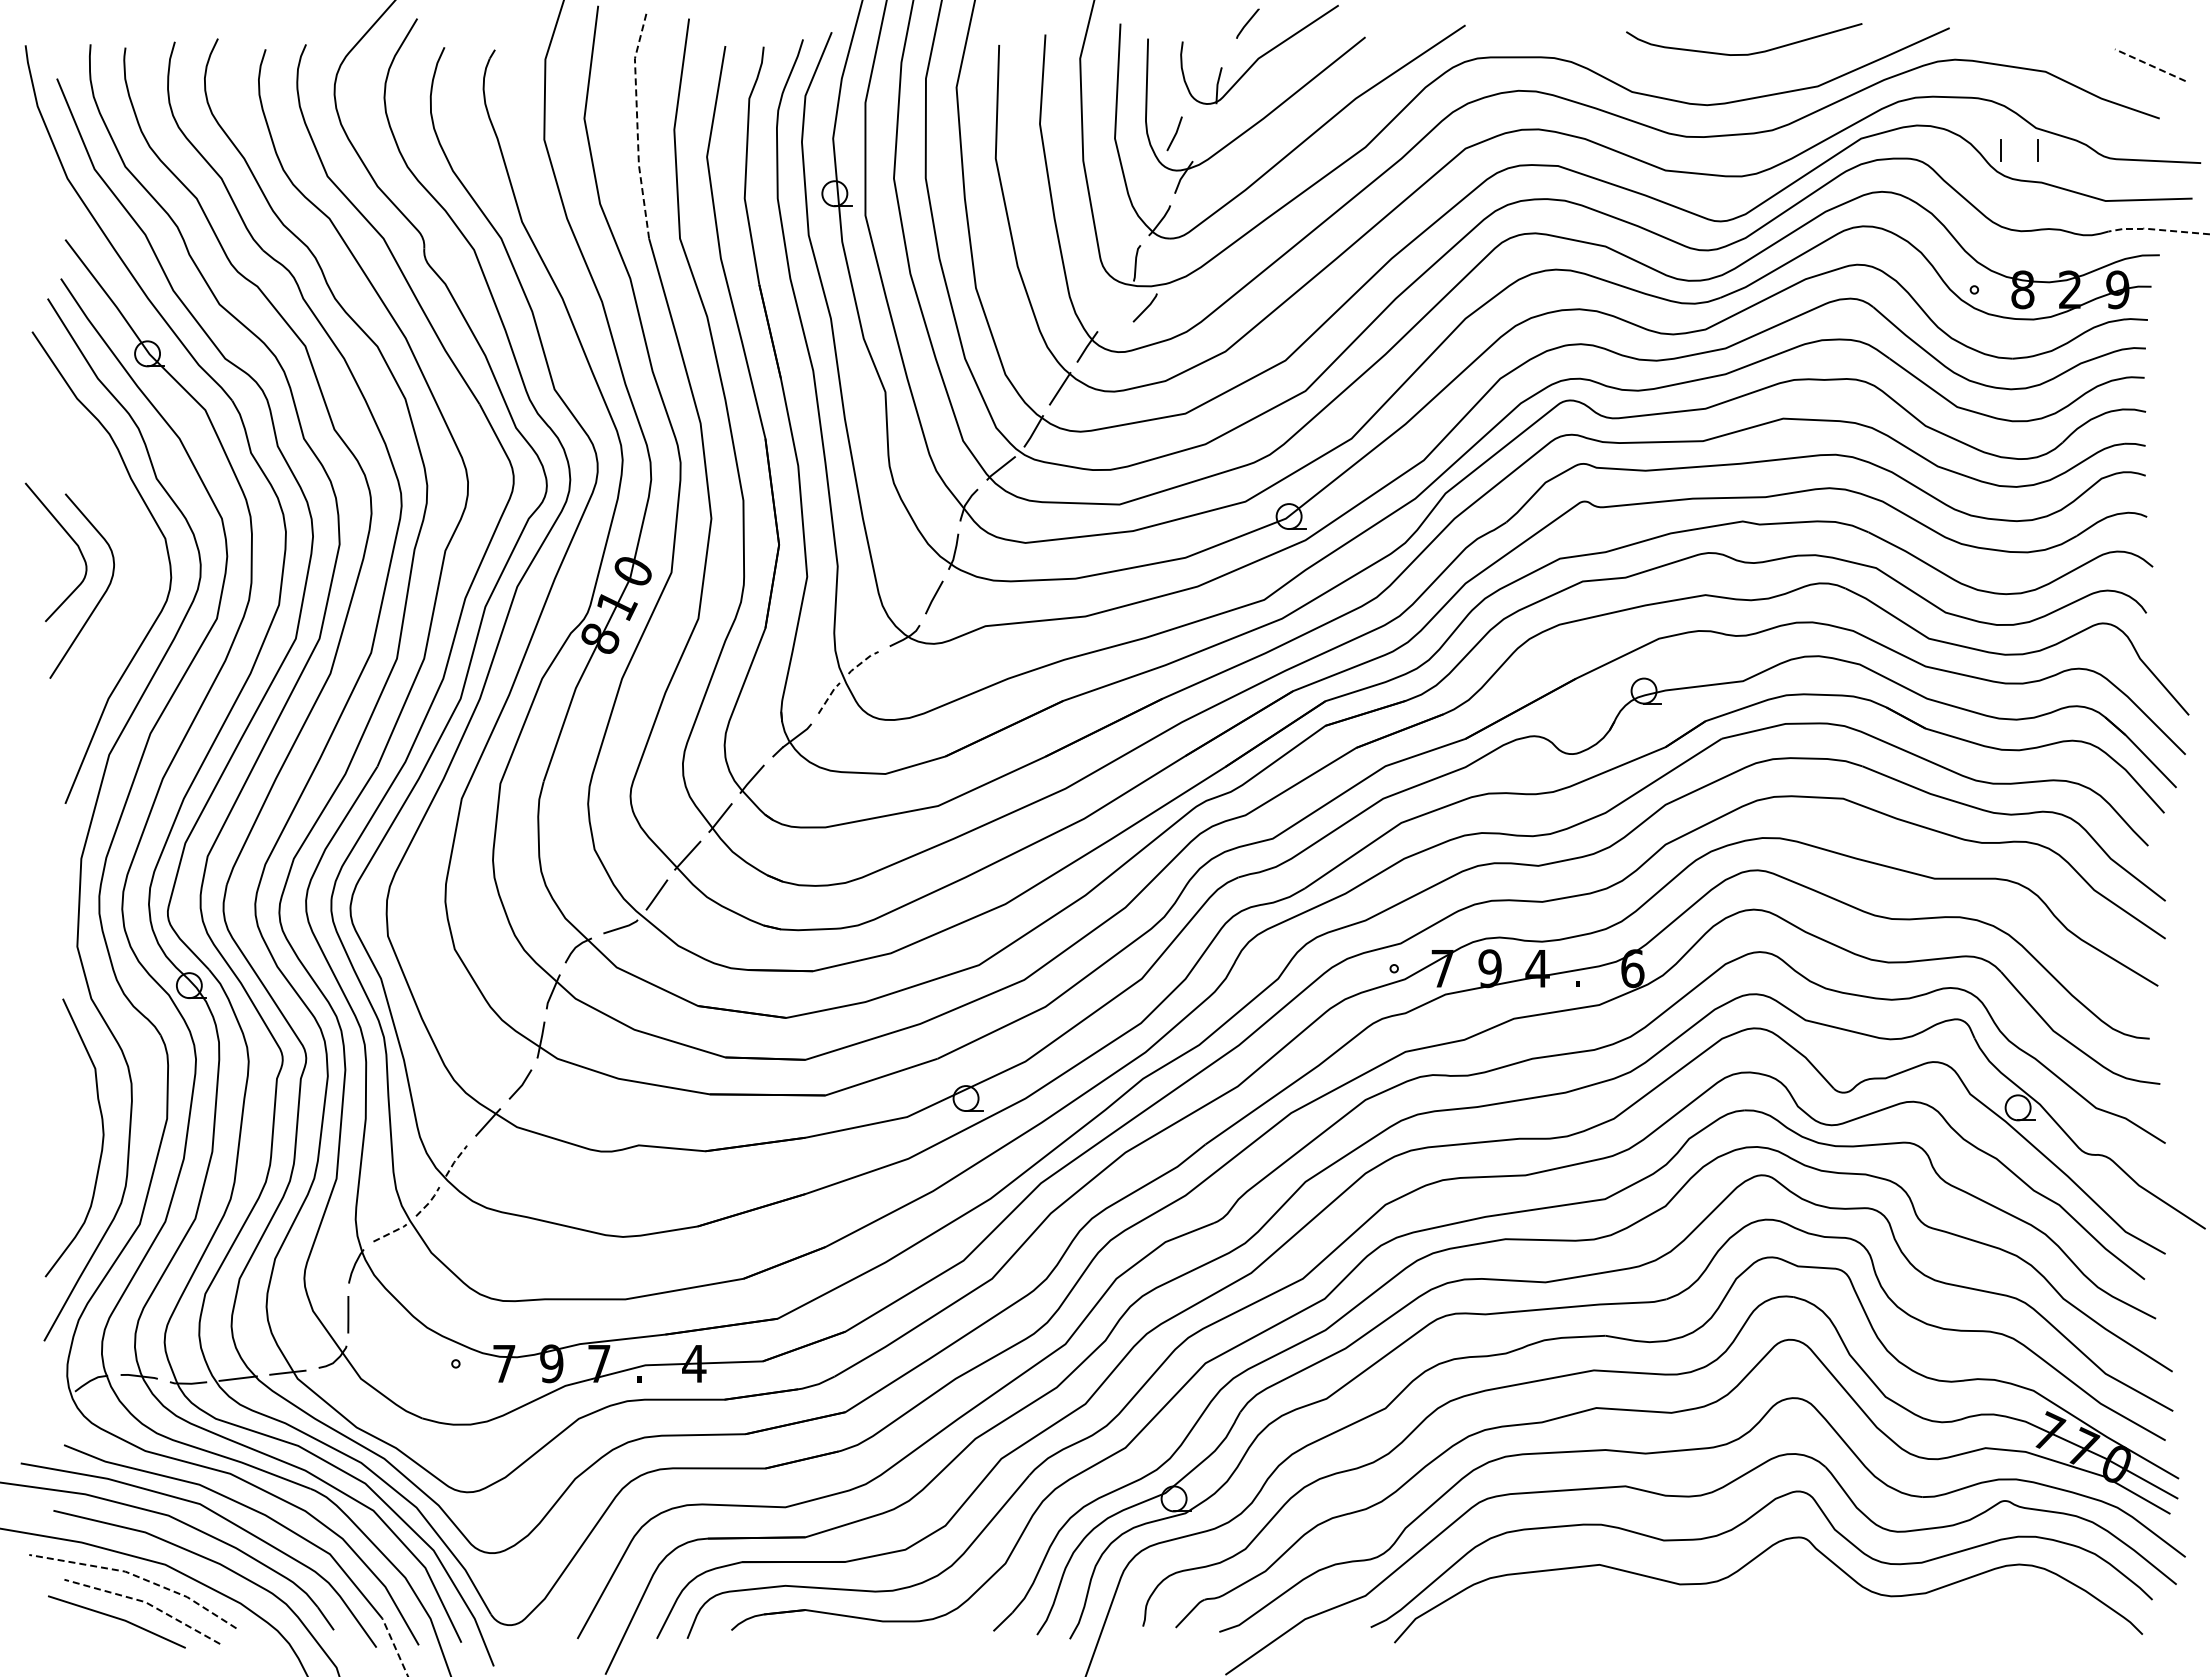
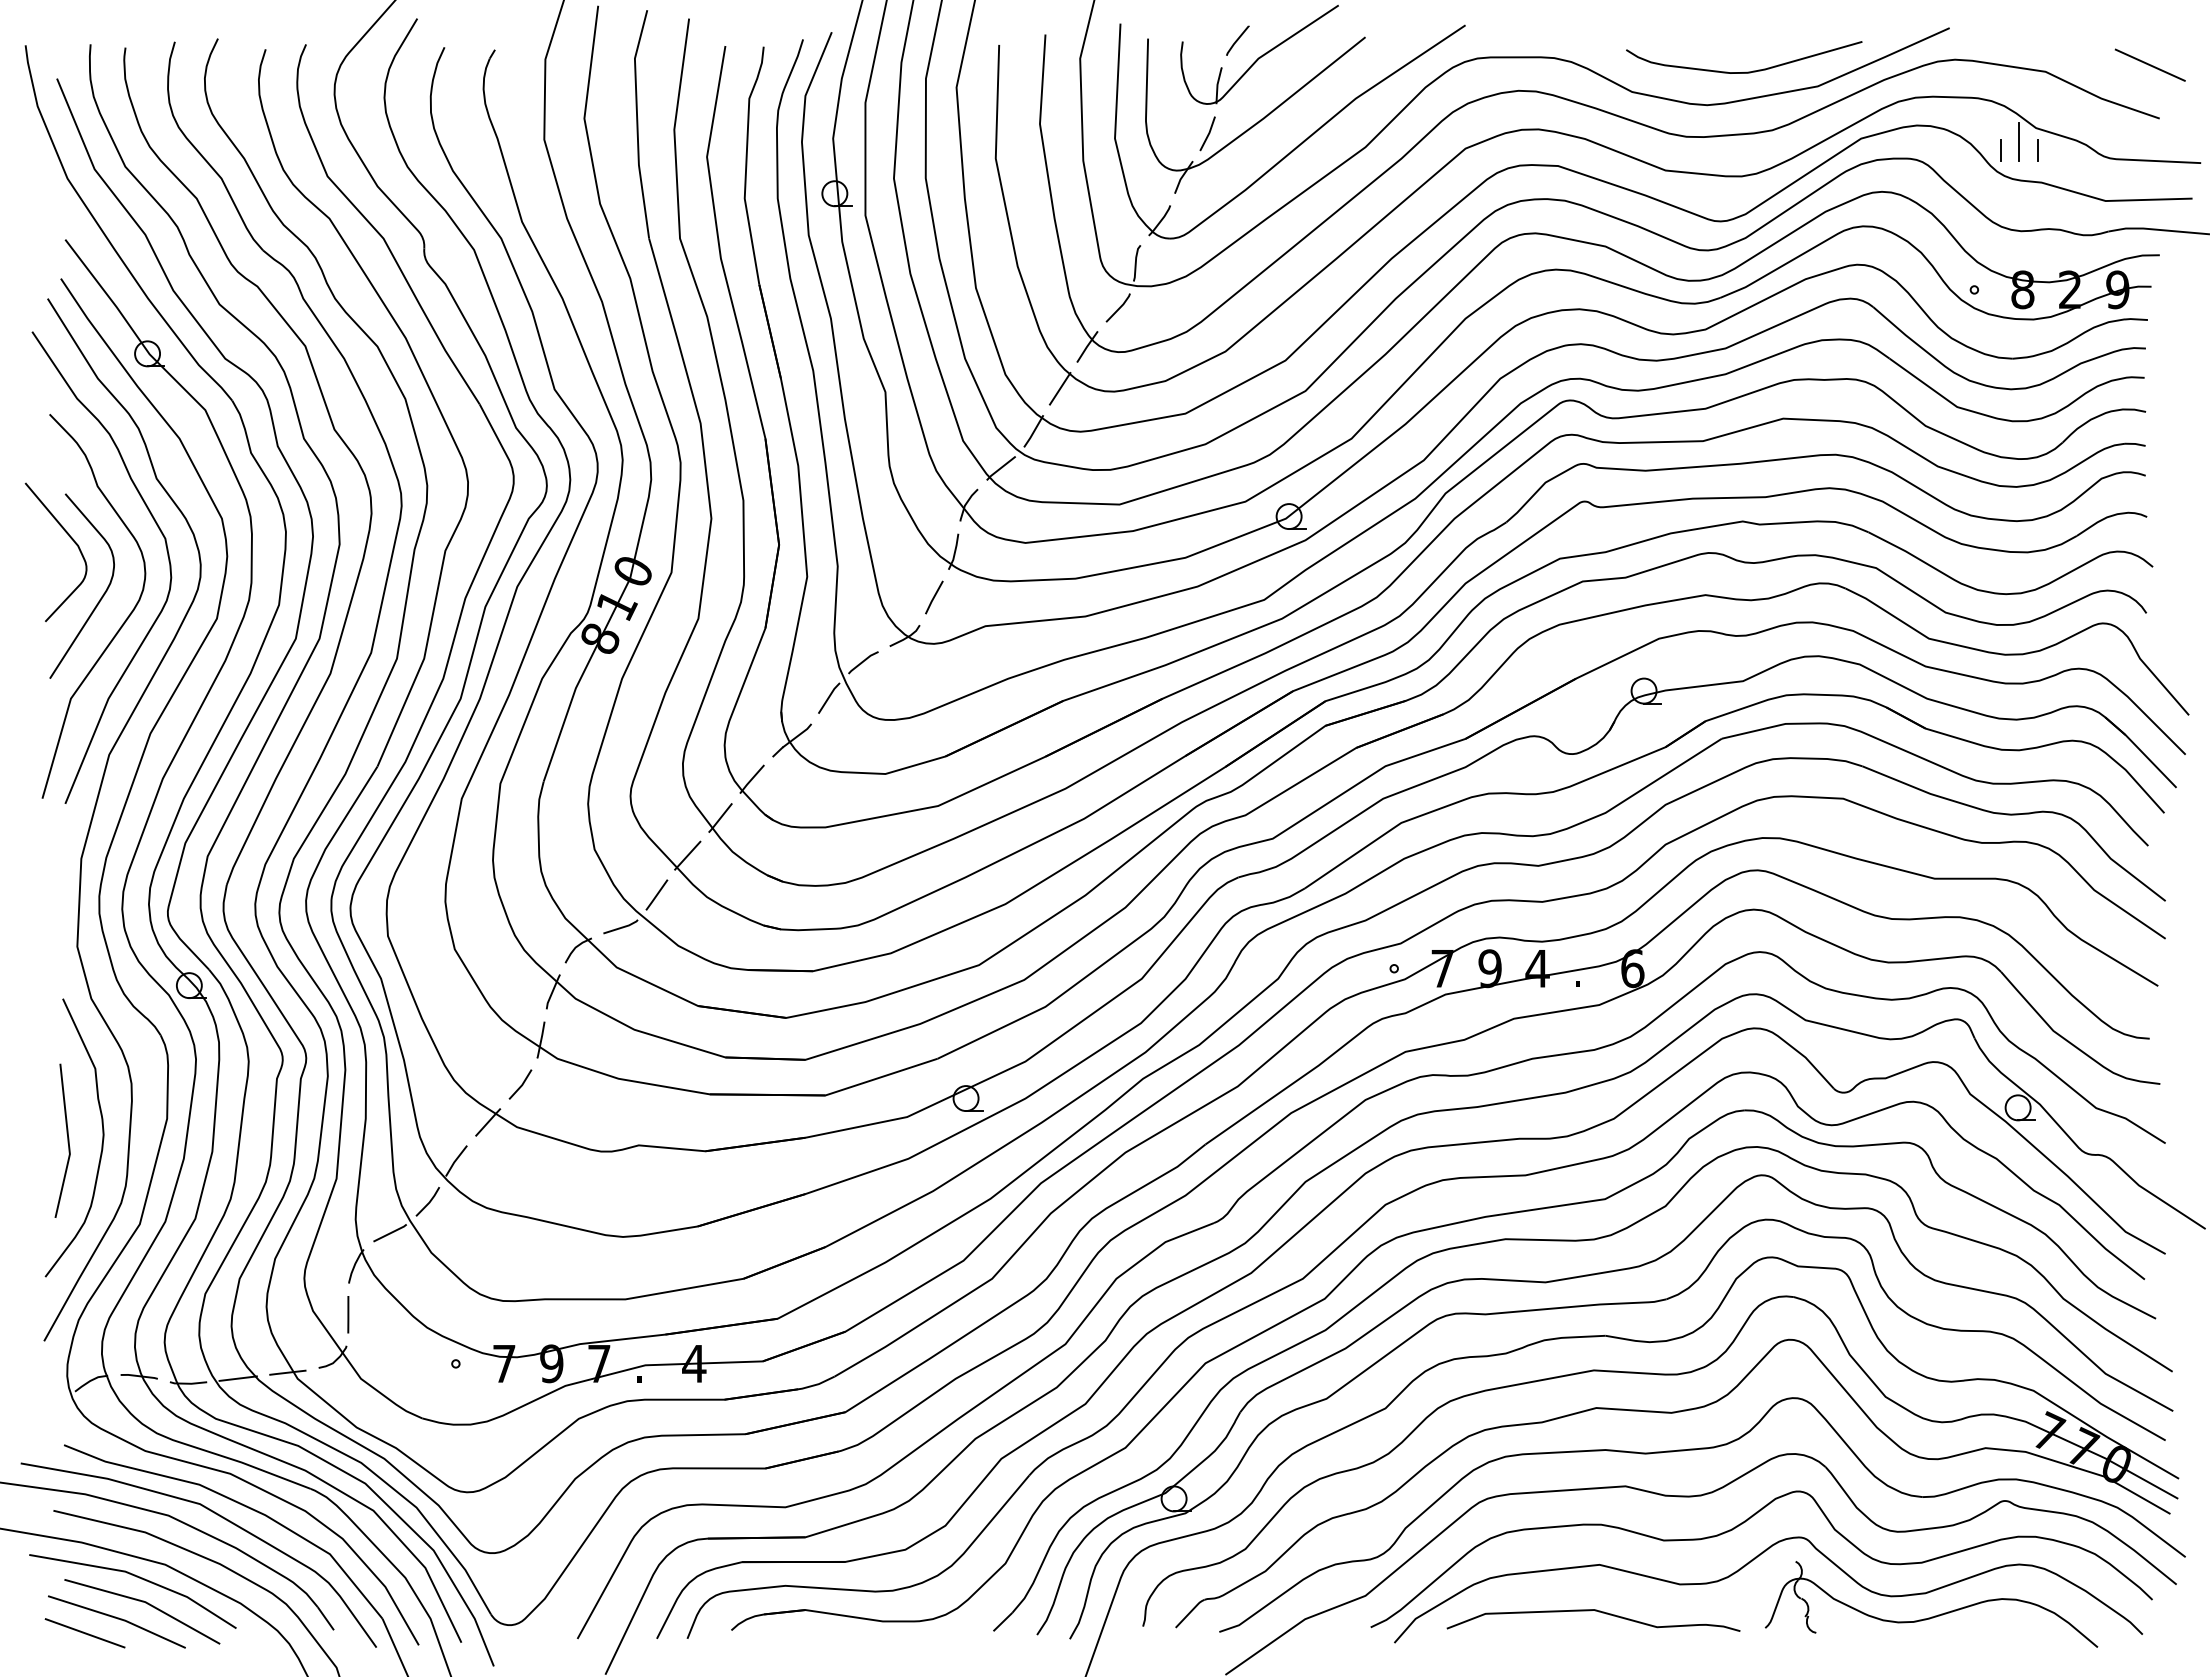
line at (1247, 23) position: (1247, 23) -> (1237, 40)
curve at (1746, 53) position: (1746, 53) -> (1746, 71)
line at (2150, 65): dashed -> solid
line at (637, 124): dashed -> solid
line at (1175, 133) position: (1175, 133) -> (1208, 133)
line at (2019, 141): none -> present
line at (2157, 229): dashed -> solid
line at (1145, 308) position: (1145, 308) -> (1118, 308)
curve at (120, 626): none -> present
line at (862, 661): dashed -> solid
line at (829, 697): dashed -> solid
line at (67, 1140): none -> present
line at (456, 1160): dashed -> solid
line at (429, 1202): dashed -> solid
line at (390, 1233): dashed -> solid
line at (138, 1576): dashed -> solid
line at (145, 1602): dashed -> solid
curve at (1595, 1611): none -> present
part at (1935, 1615): none -> present
line at (84, 1633): none -> present
line at (395, 1647): dashed -> solid
